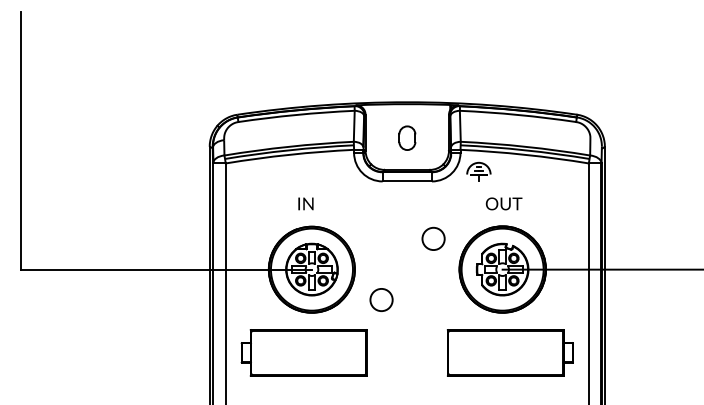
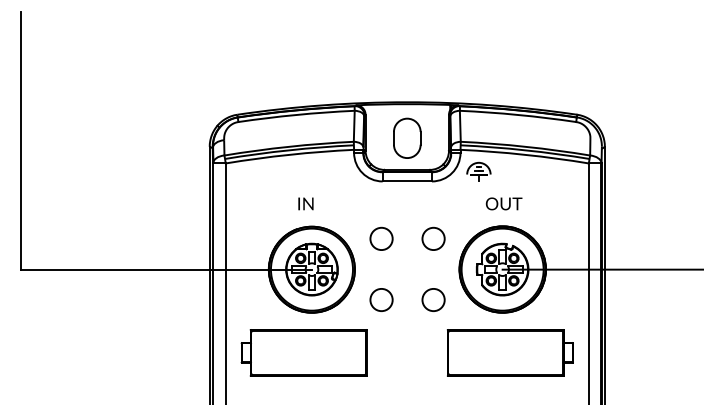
part at (407, 137) size: 19x26 px -> 29x42 px
circle at (381, 238): none -> present
circle at (433, 299): none -> present
